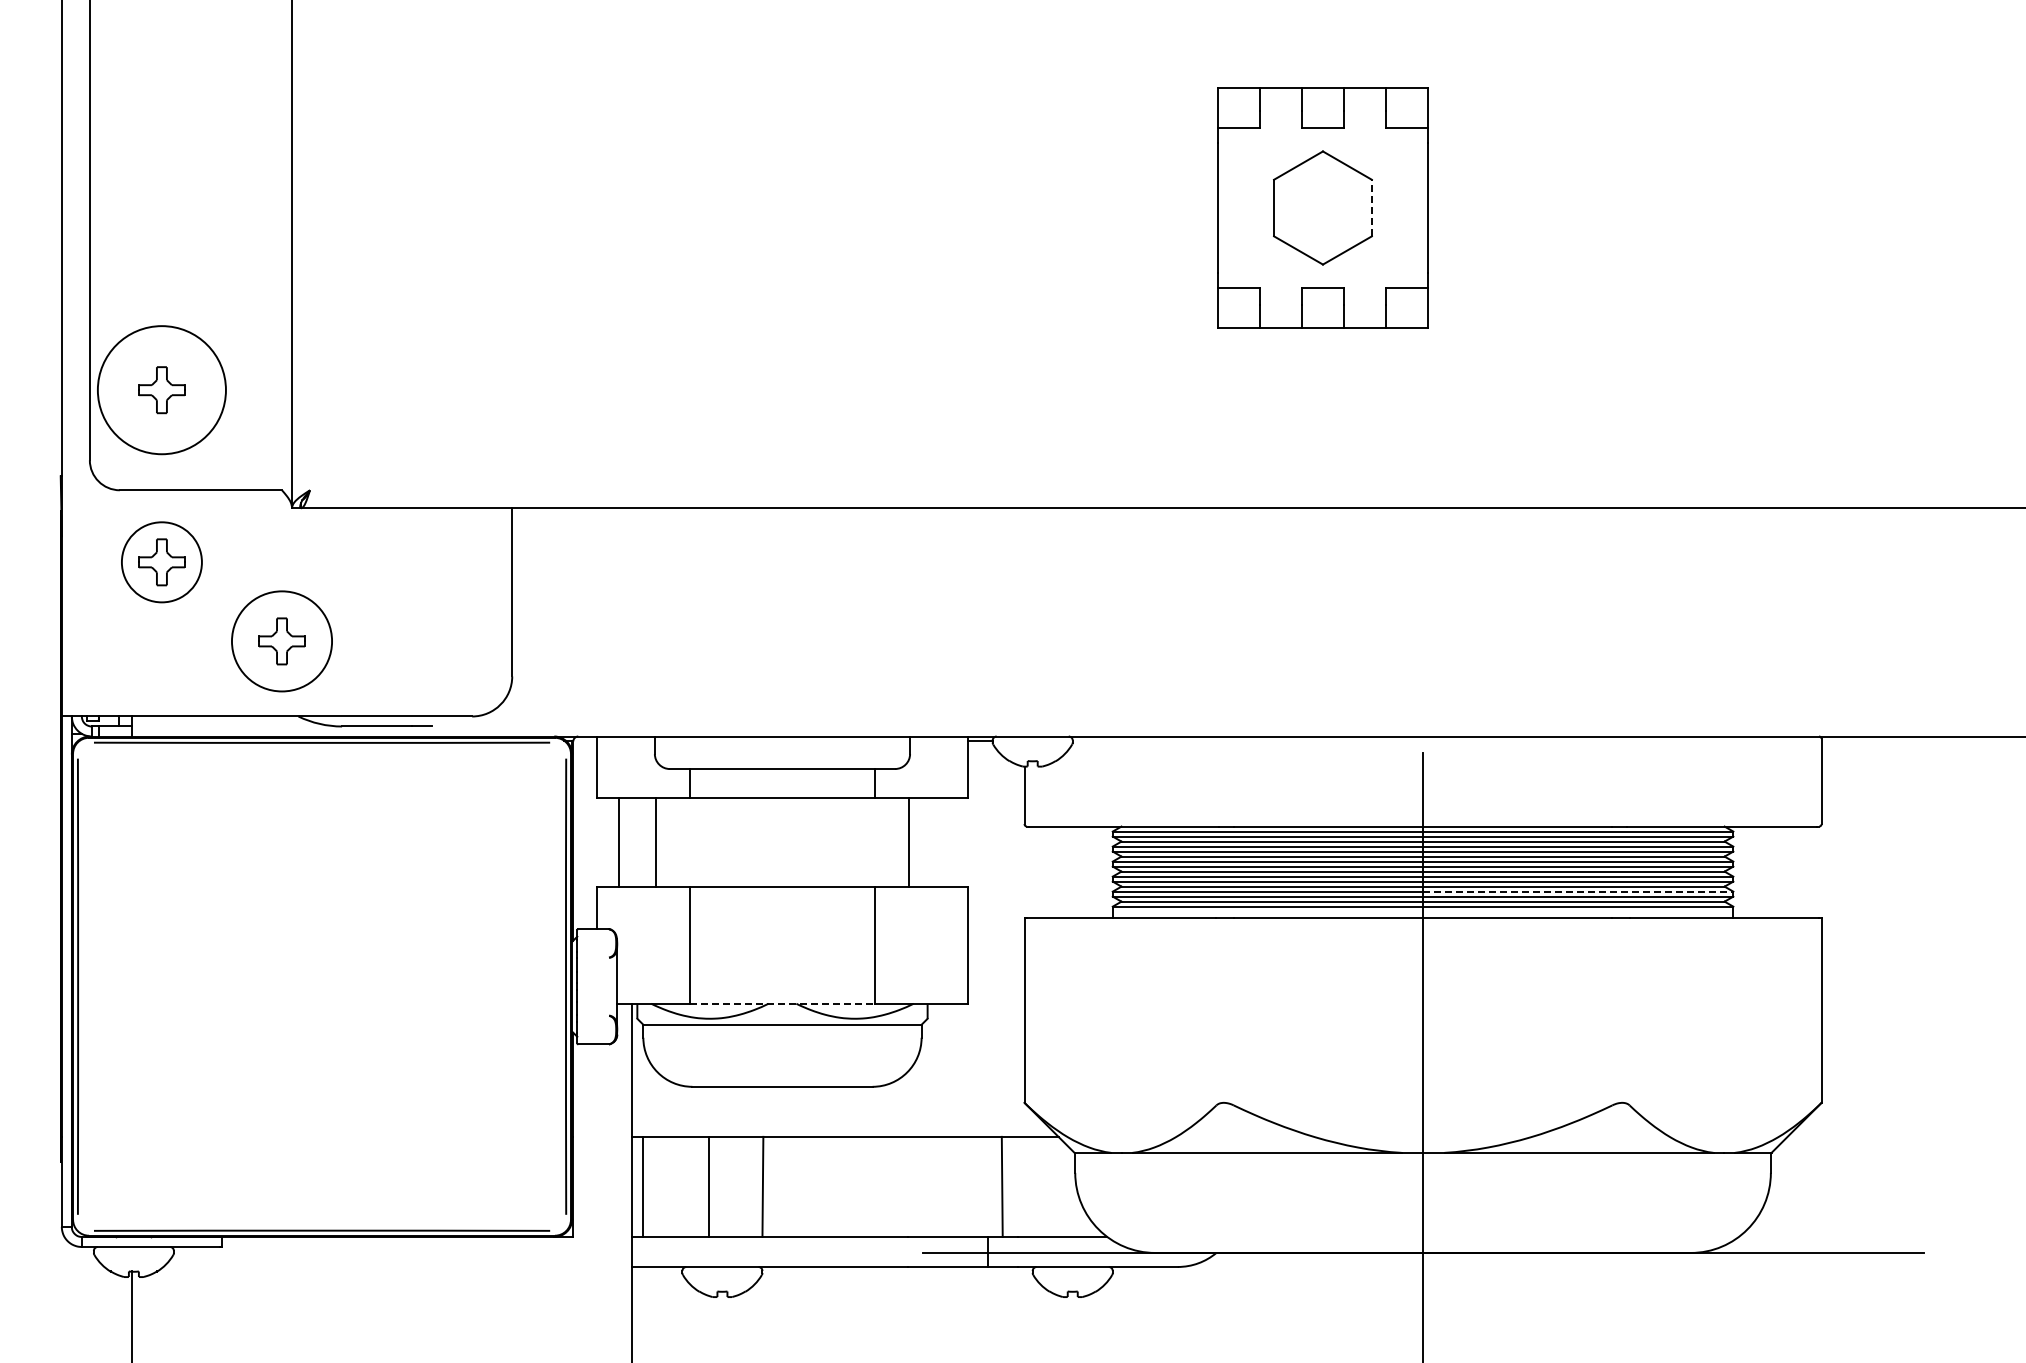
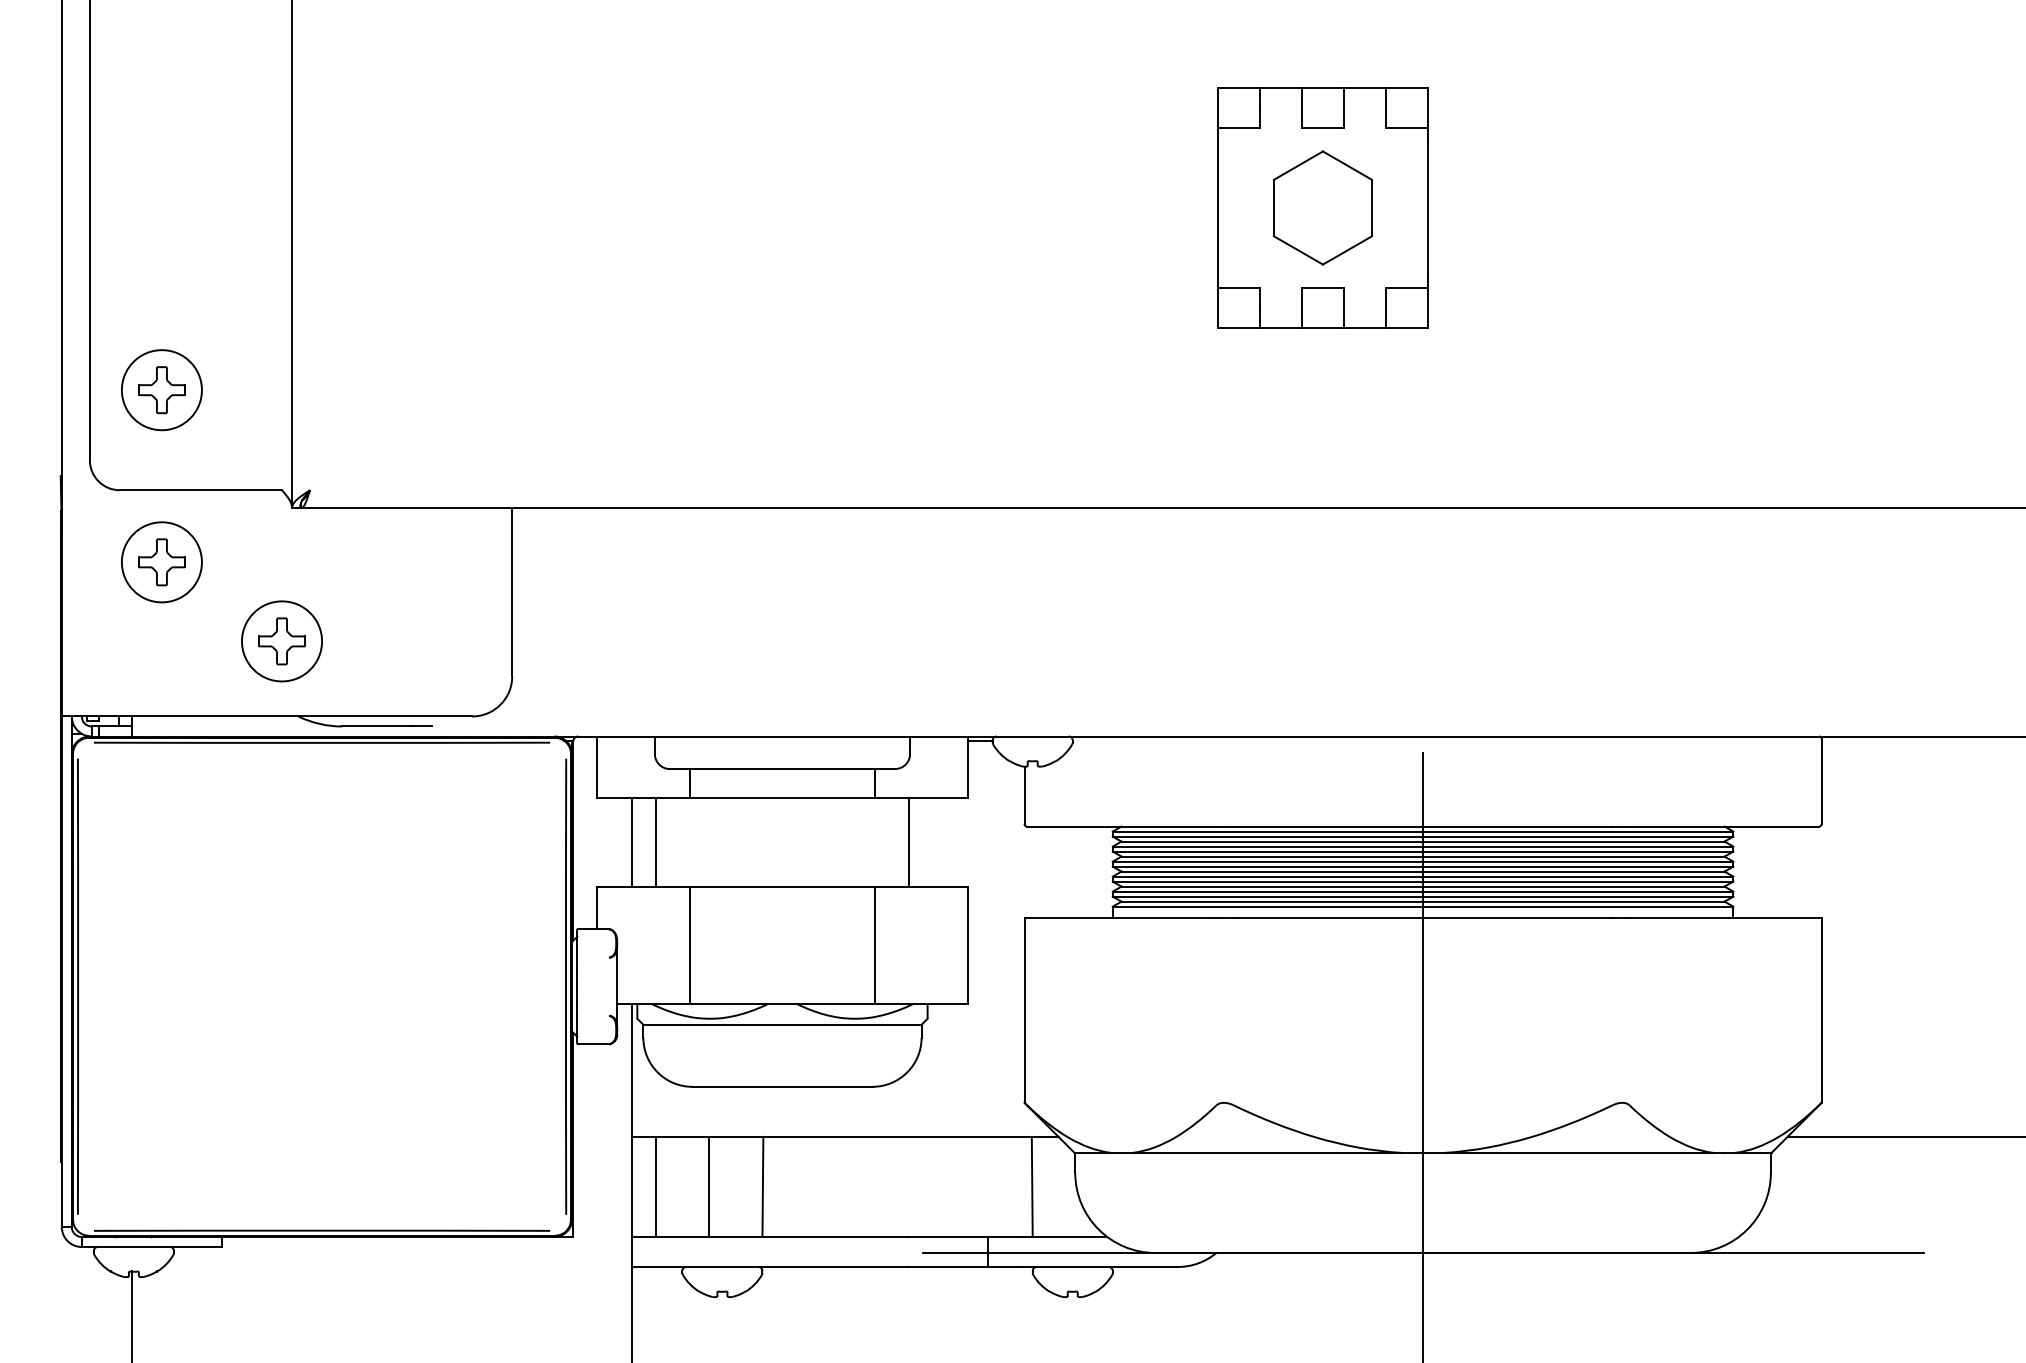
line at (1371, 207): dashed -> solid
circle at (161, 390) diameter: 128 px -> 80 px
circle at (281, 641) diameter: 100 px -> 80 px
line at (619, 841) position: (619, 841) -> (632, 841)
line at (1578, 891): dashed -> solid
line at (782, 1003): dashed -> solid
line at (1904, 1136): none -> present
line at (643, 1186) position: (643, 1186) -> (656, 1186)
line at (1001, 1186) position: (1001, 1186) -> (1031, 1186)
